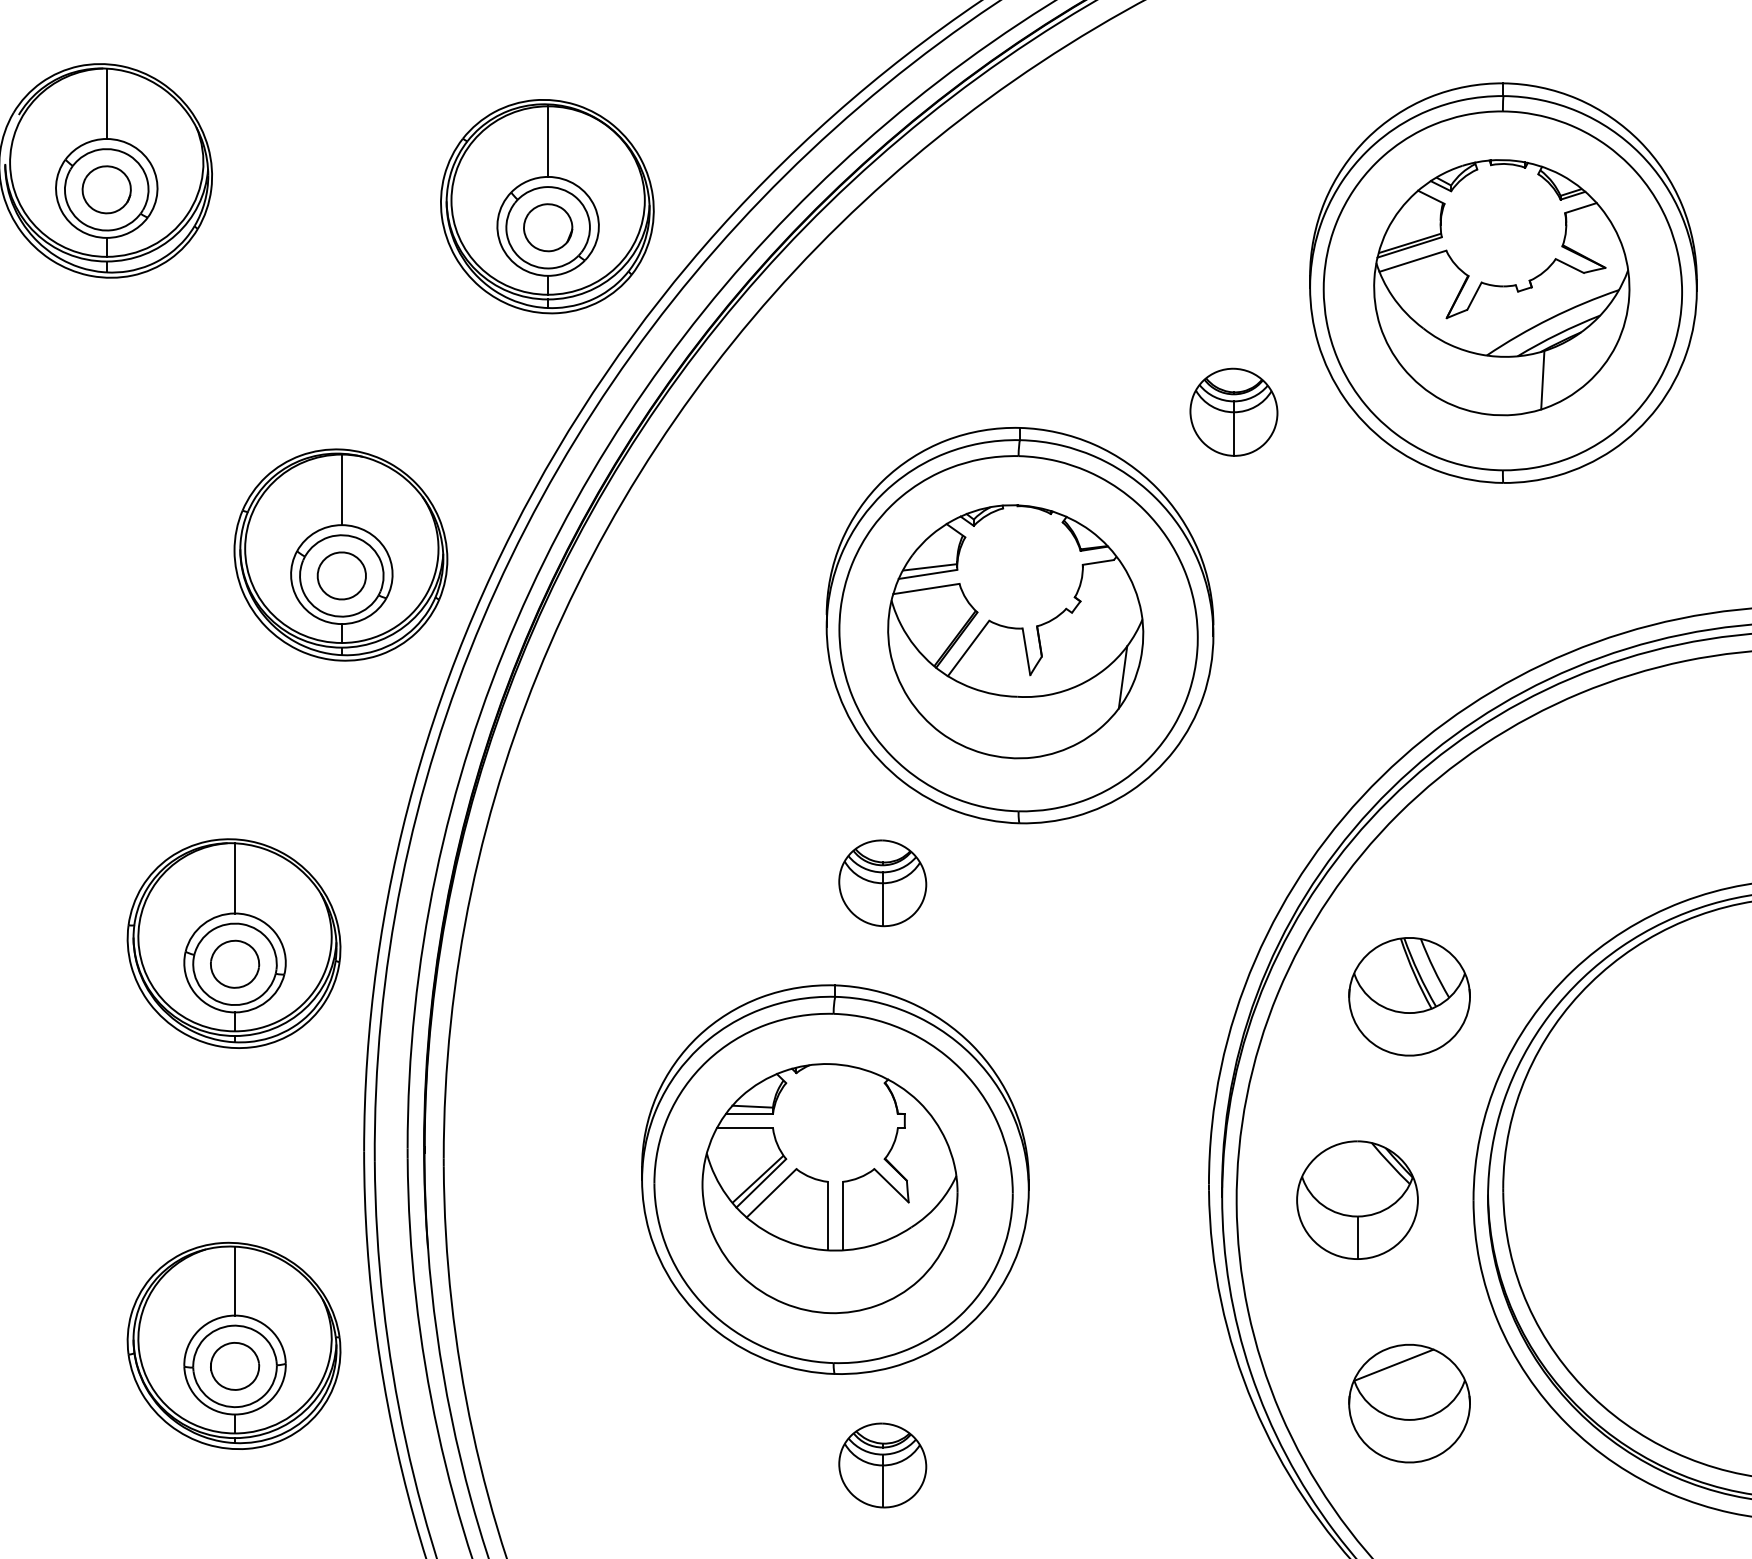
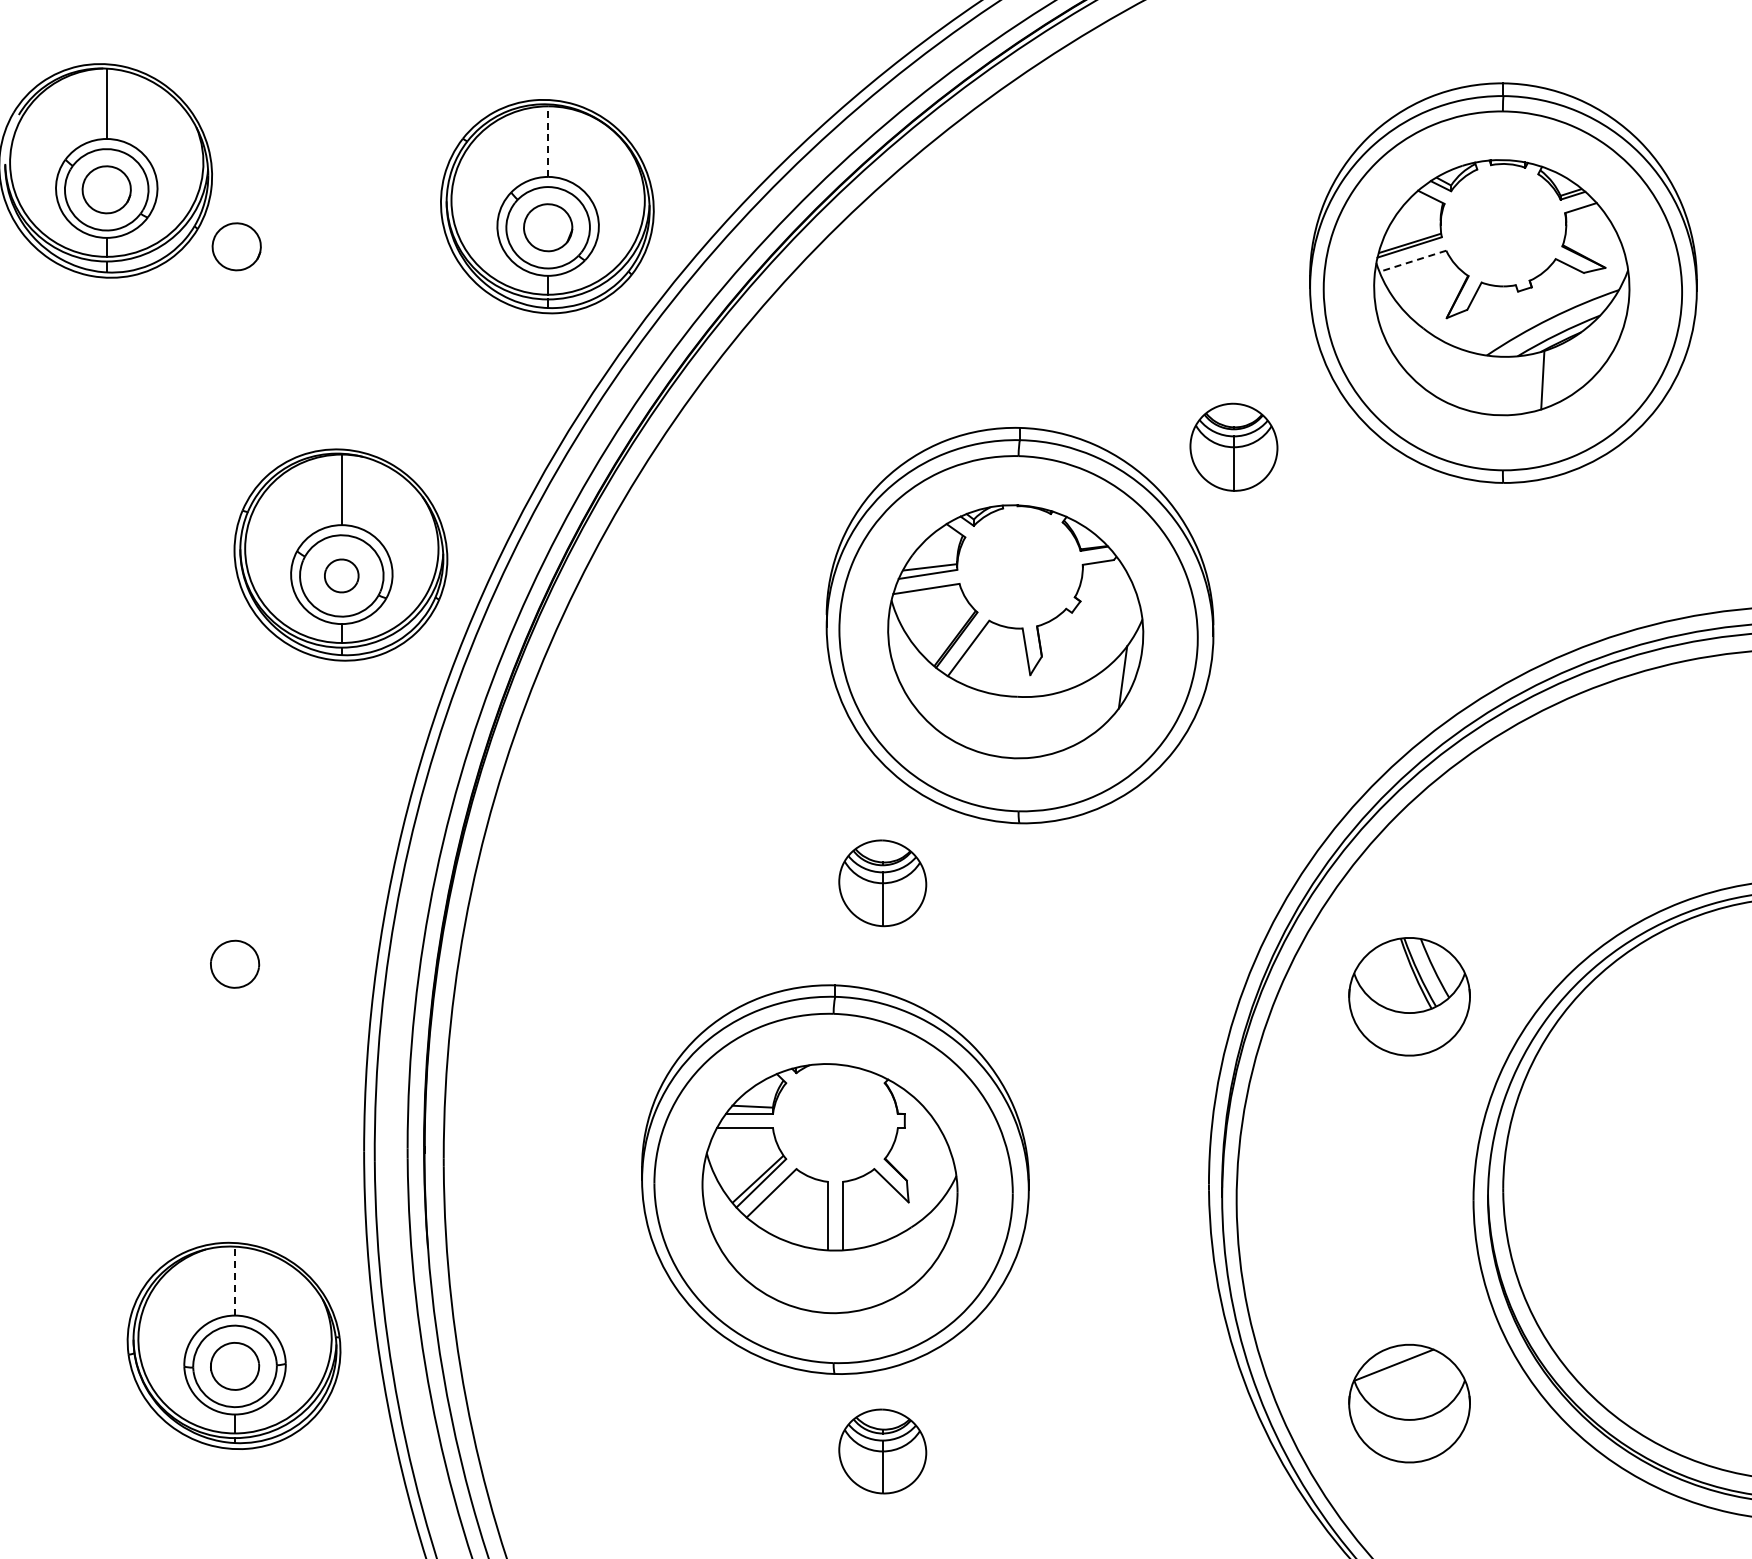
line at (548, 141): solid -> dashed
part at (236, 246): none -> present
line at (1412, 261): solid -> dashed
part at (1233, 411) position: (1233, 411) -> (1233, 446)
part at (341, 575) size: 51x50 px -> 36x36 px
part at (233, 943): present -> none
part at (1357, 1199): present -> none
line at (235, 1280): solid -> dashed
part at (882, 1465) position: (882, 1465) -> (882, 1451)
